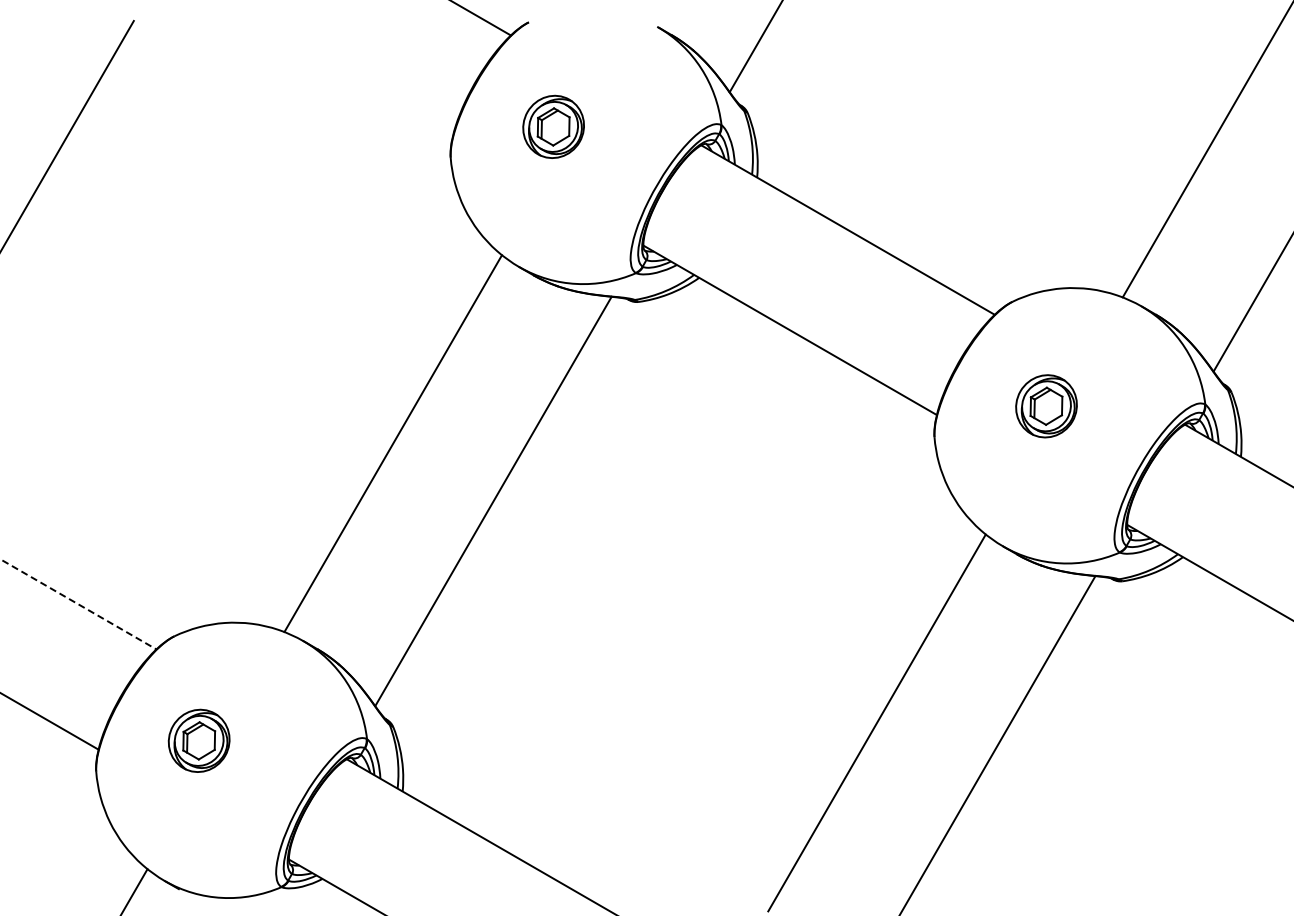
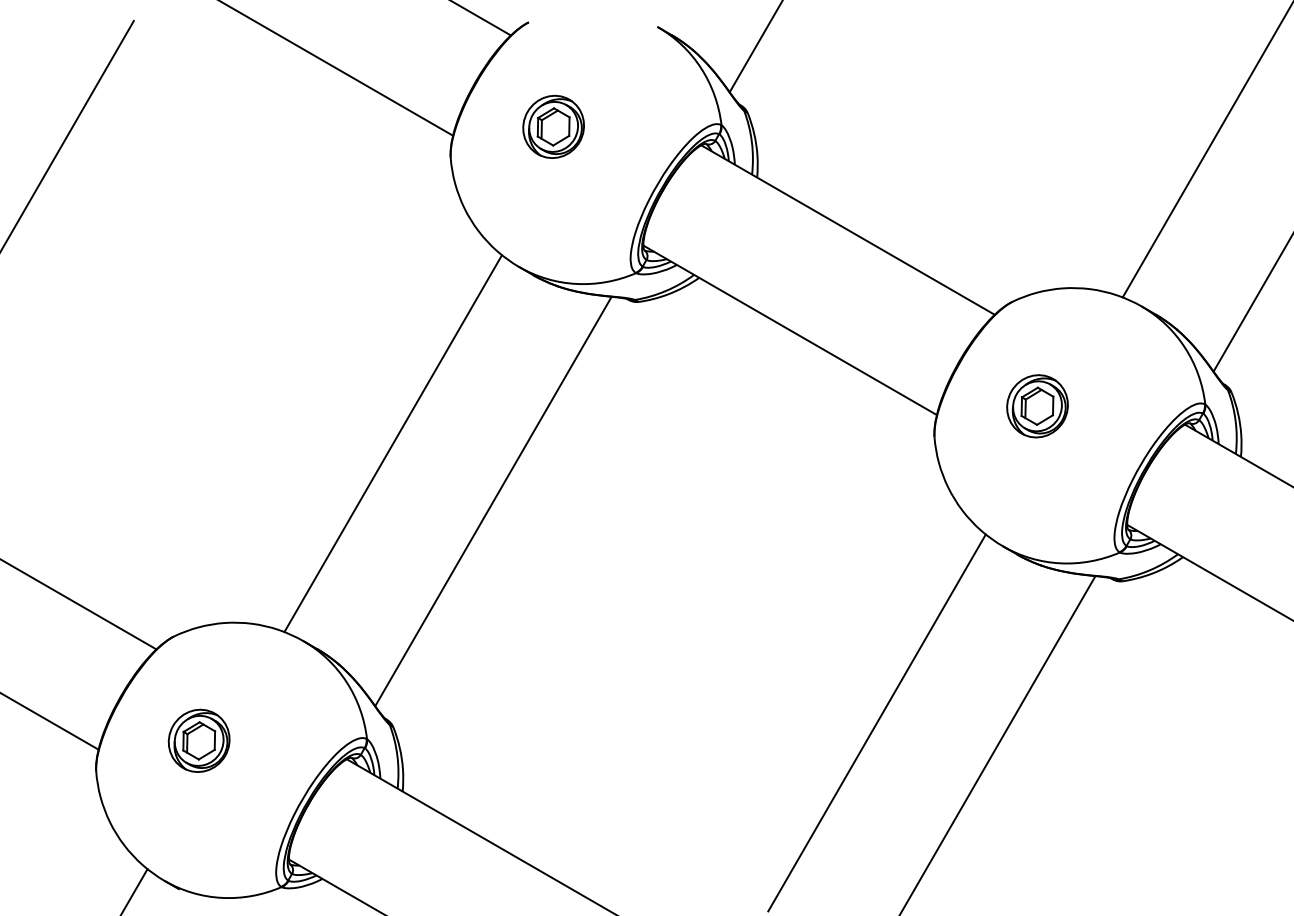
line at (337, 68): none -> present
part at (1046, 406) position: (1046, 406) -> (1037, 406)
line at (78, 604): dashed -> solid
